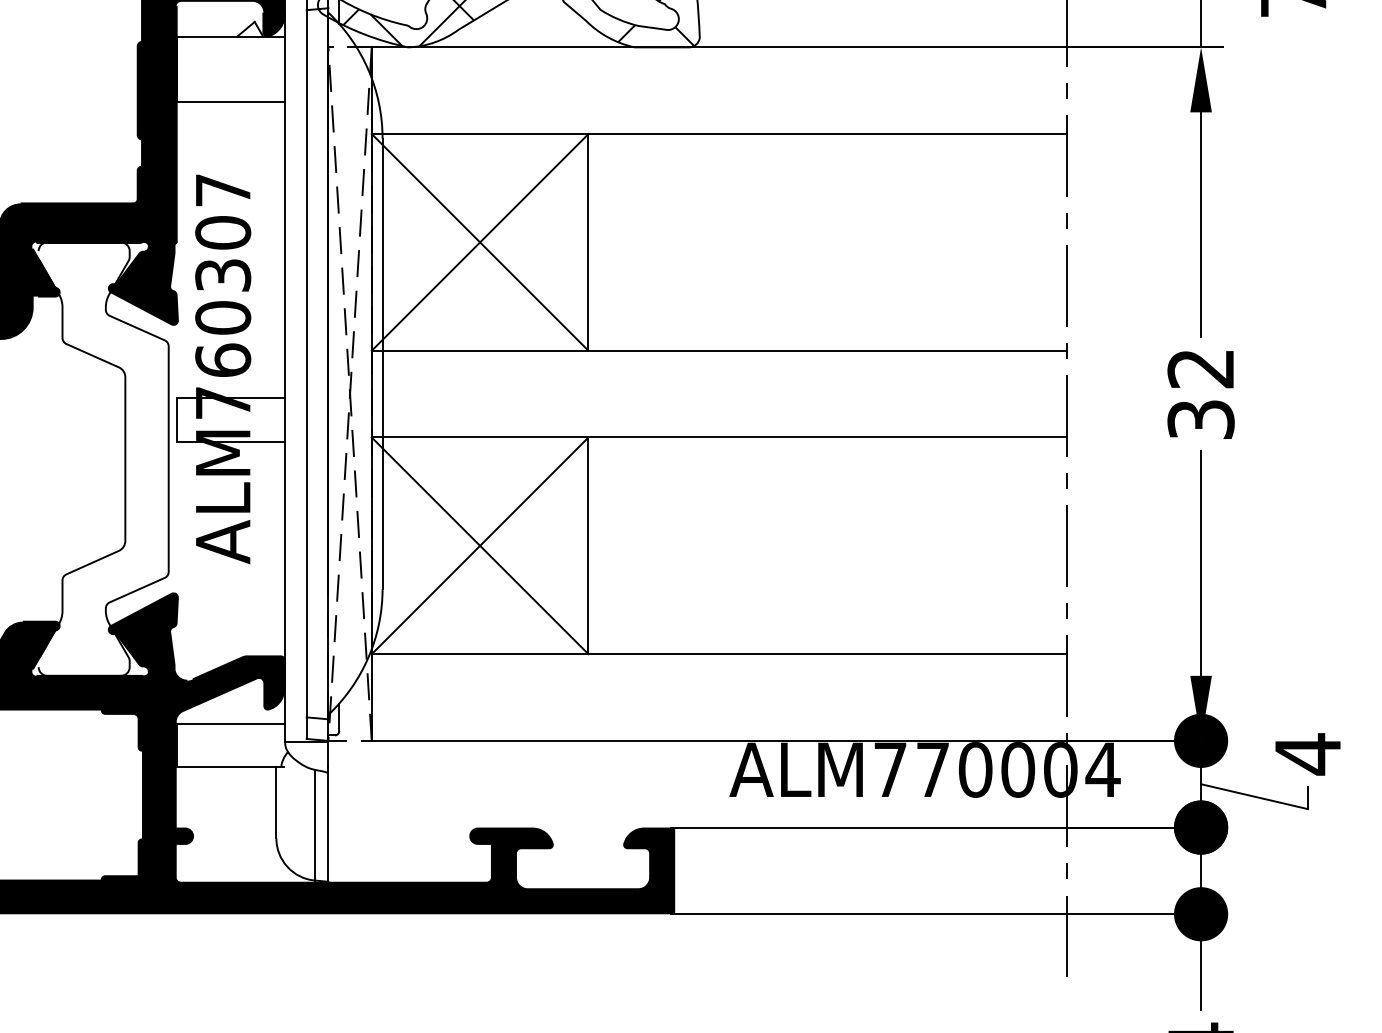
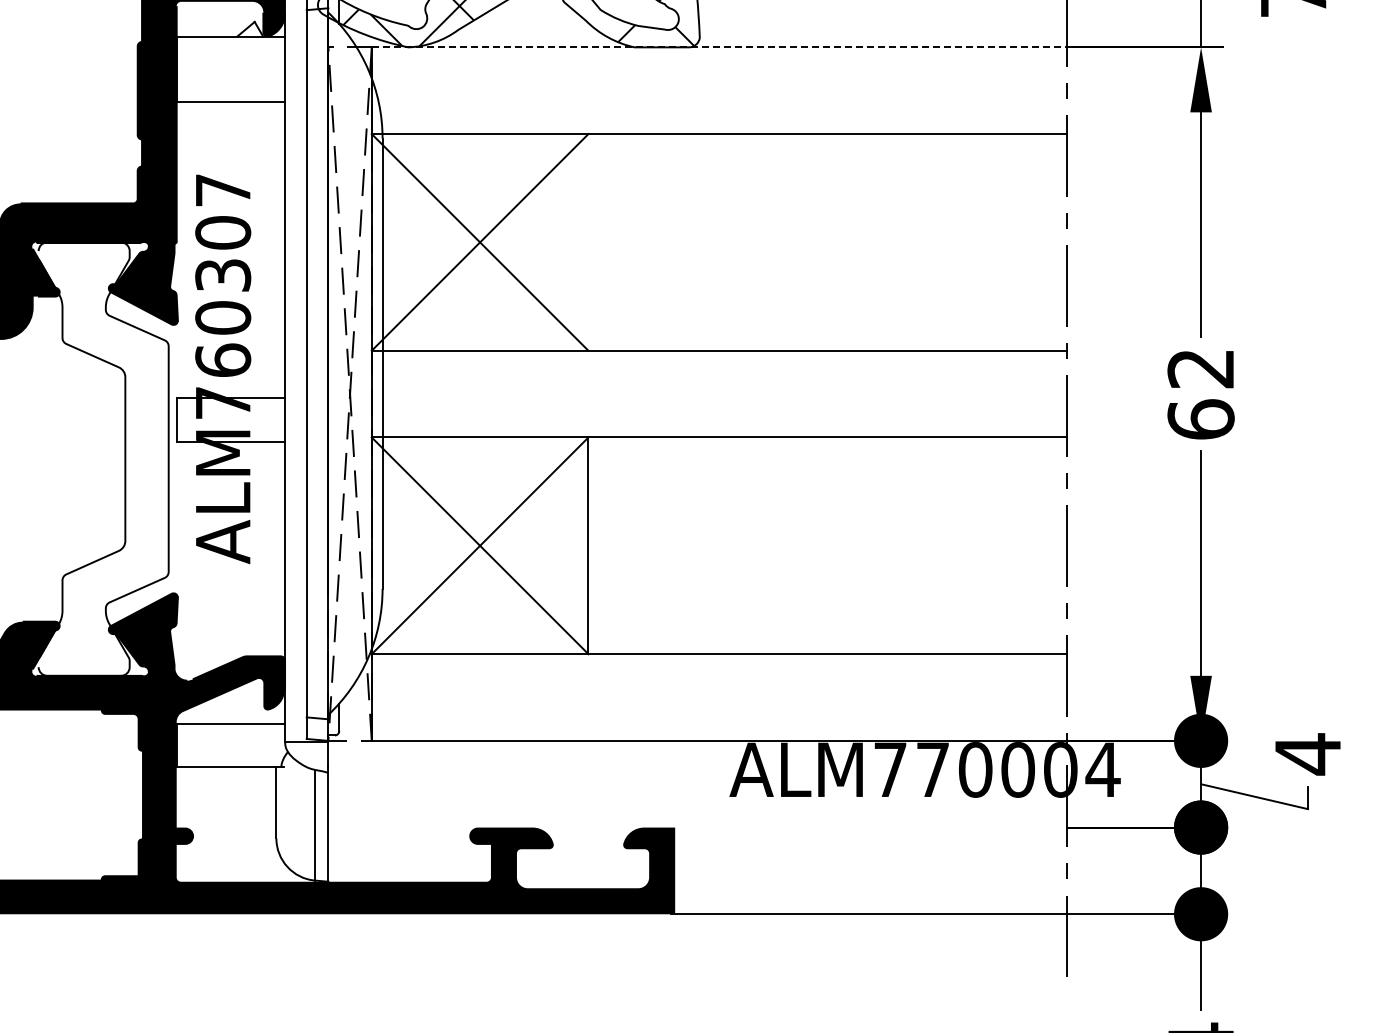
line at (719, 47): solid -> dashed
line at (588, 242): present -> none
text at (1200, 419): 32 -> 62
line at (868, 827): present -> none
